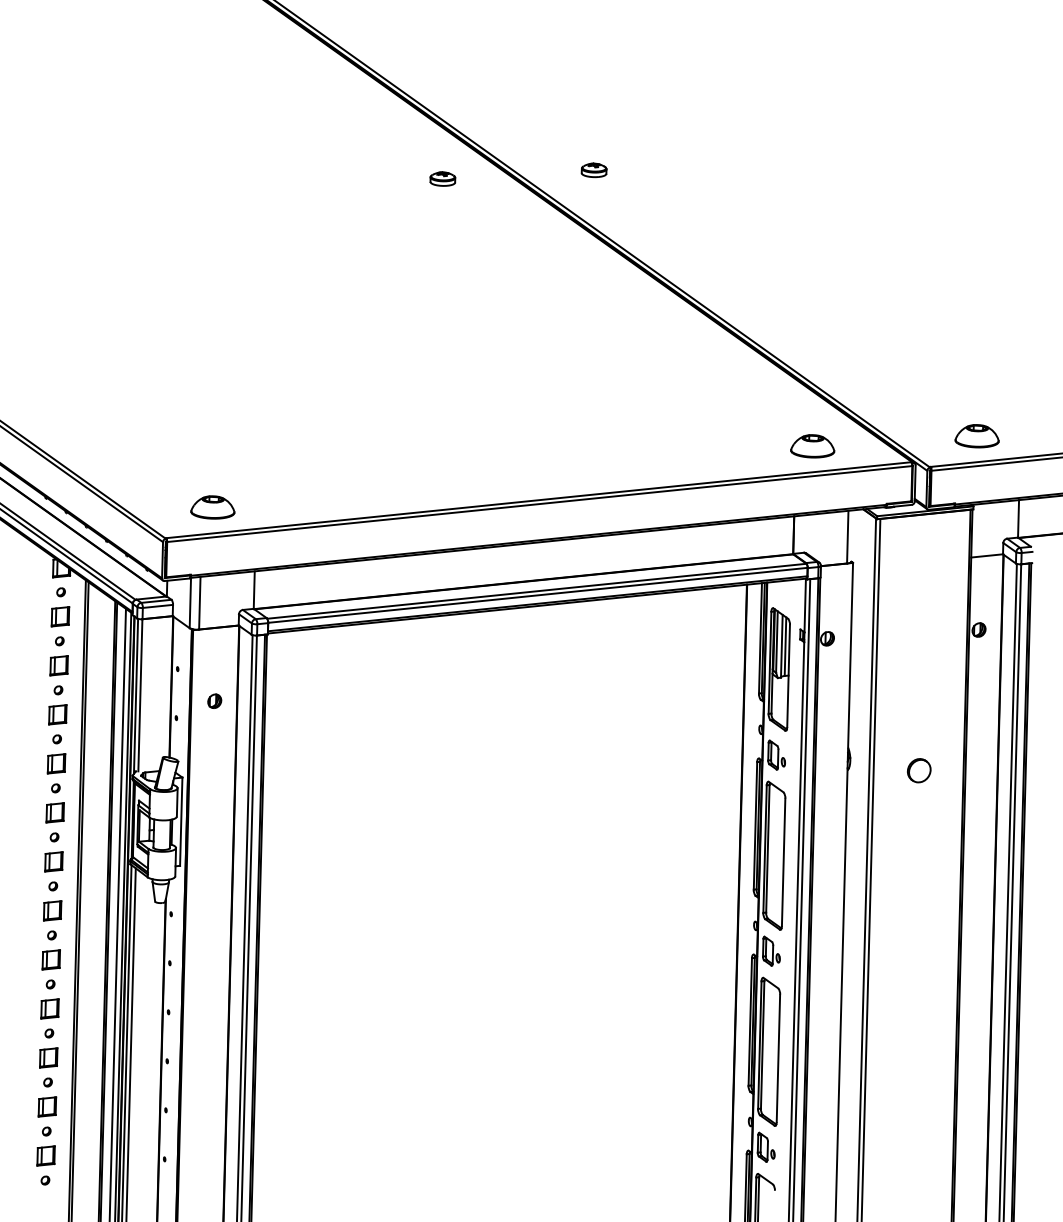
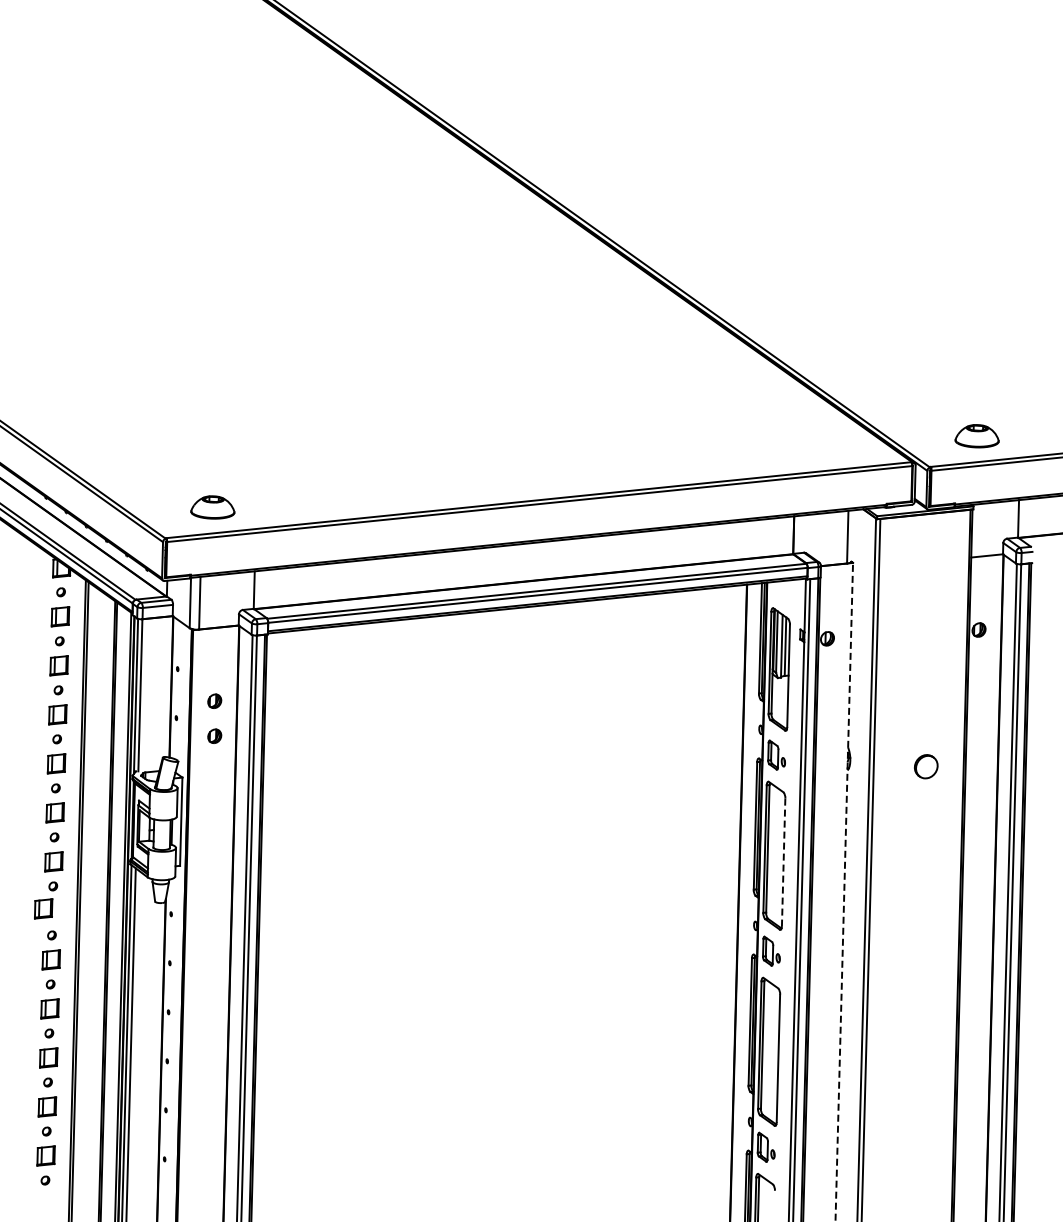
part at (593, 170): present -> none
part at (442, 178): present -> none
part at (812, 446): present -> none
part at (214, 735): none -> present
part at (919, 770) position: (919, 770) -> (926, 766)
line at (783, 862): solid -> dashed
line at (844, 891): solid -> dashed
part at (52, 910) position: (52, 910) -> (43, 908)
line at (117, 913): present -> none
